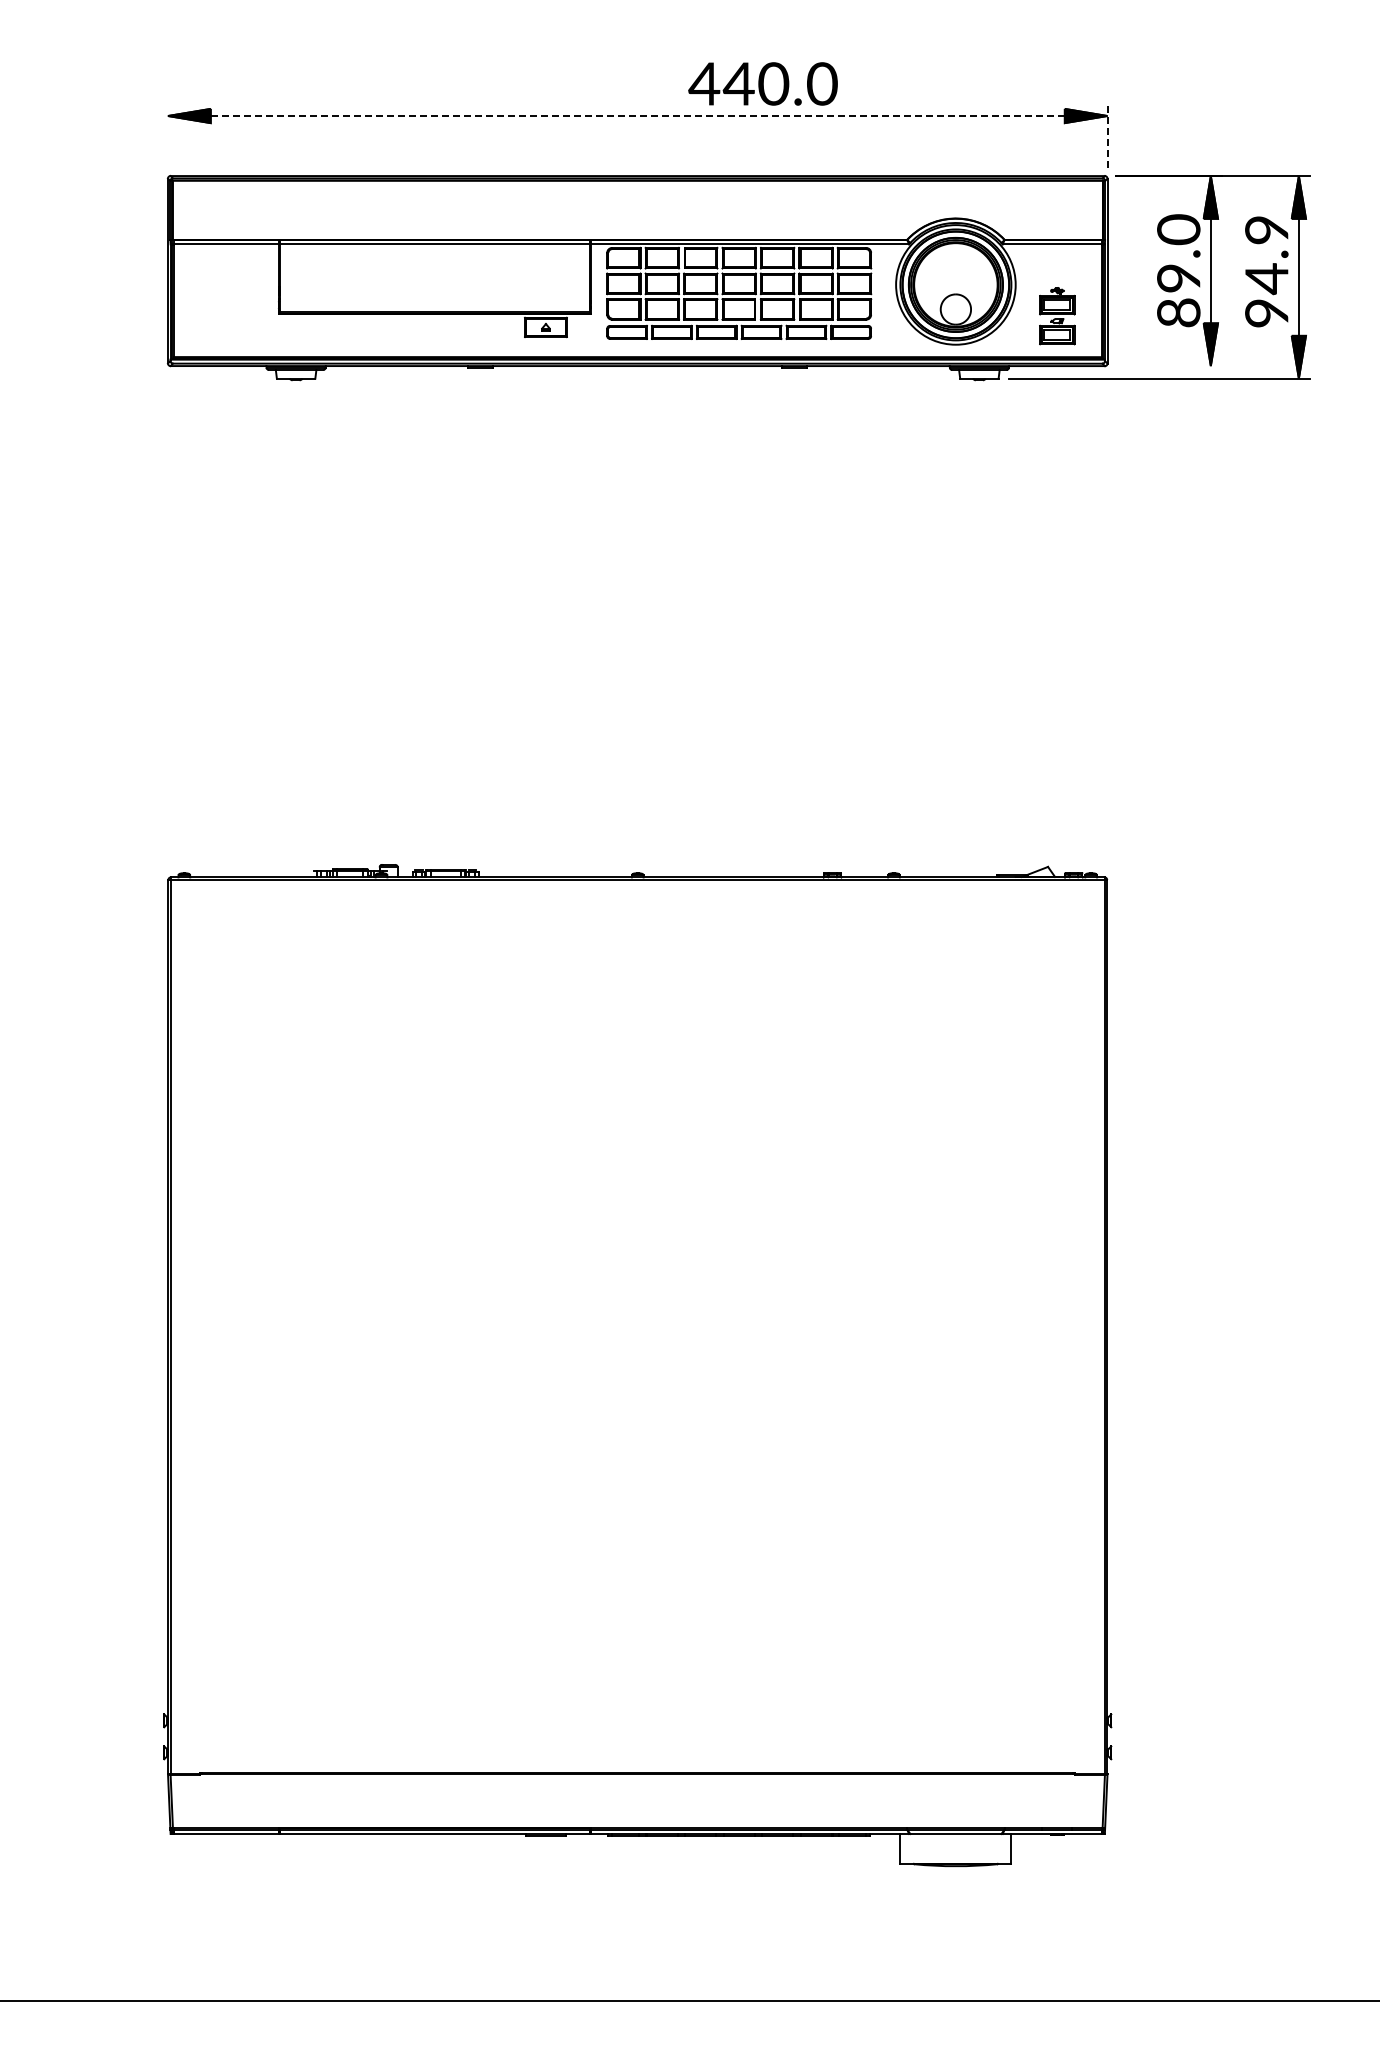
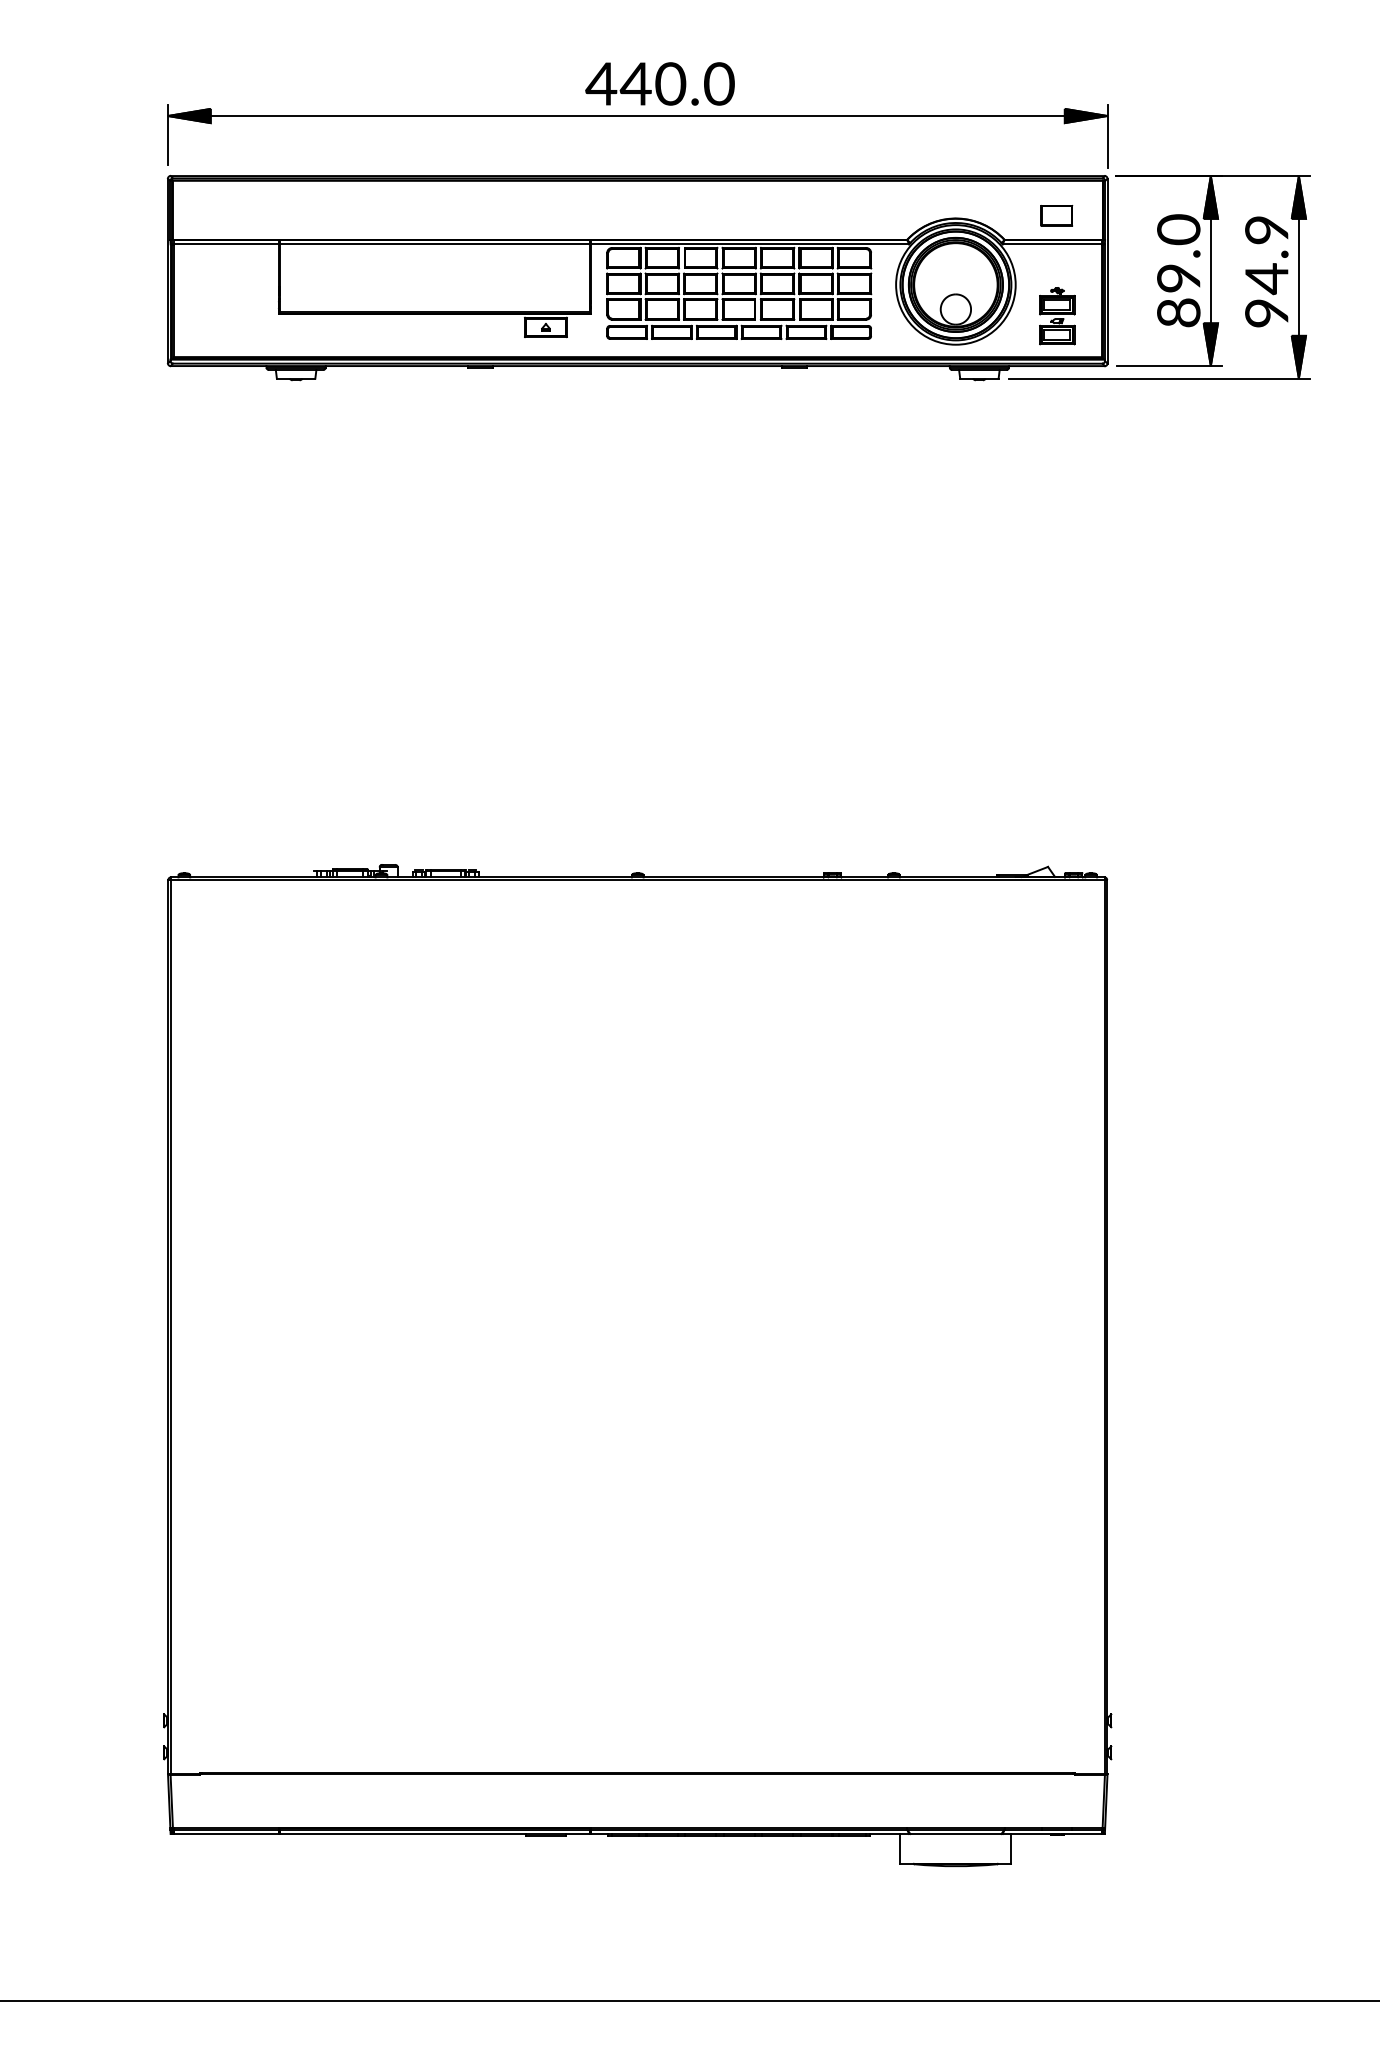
text at (762, 83) position: (762, 83) -> (659, 83)
line at (638, 116): dashed -> solid
line at (168, 134): none -> present
line at (1107, 136): dashed -> solid
part at (1056, 215): none -> present
line at (1168, 366): none -> present
